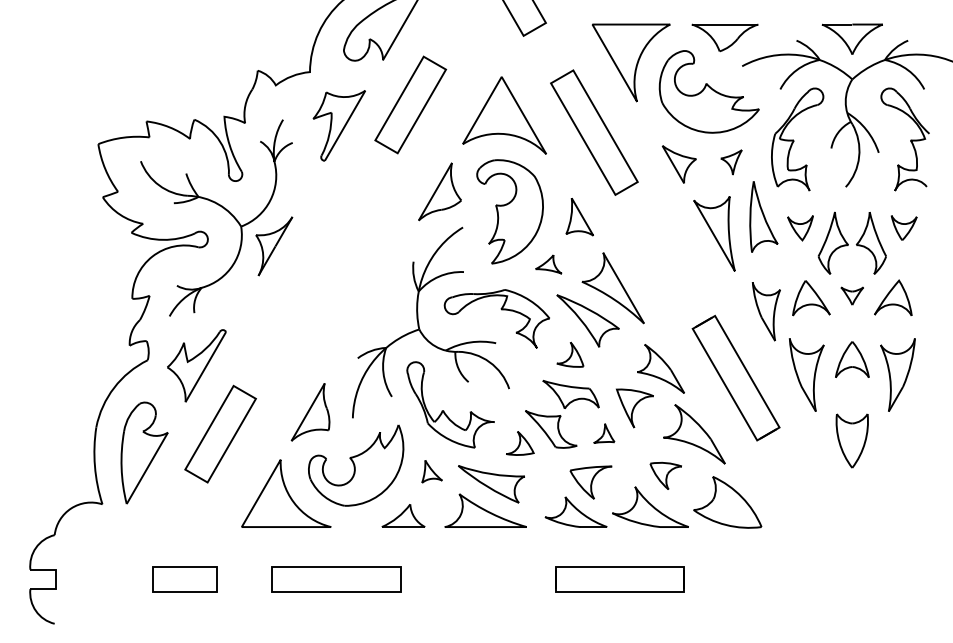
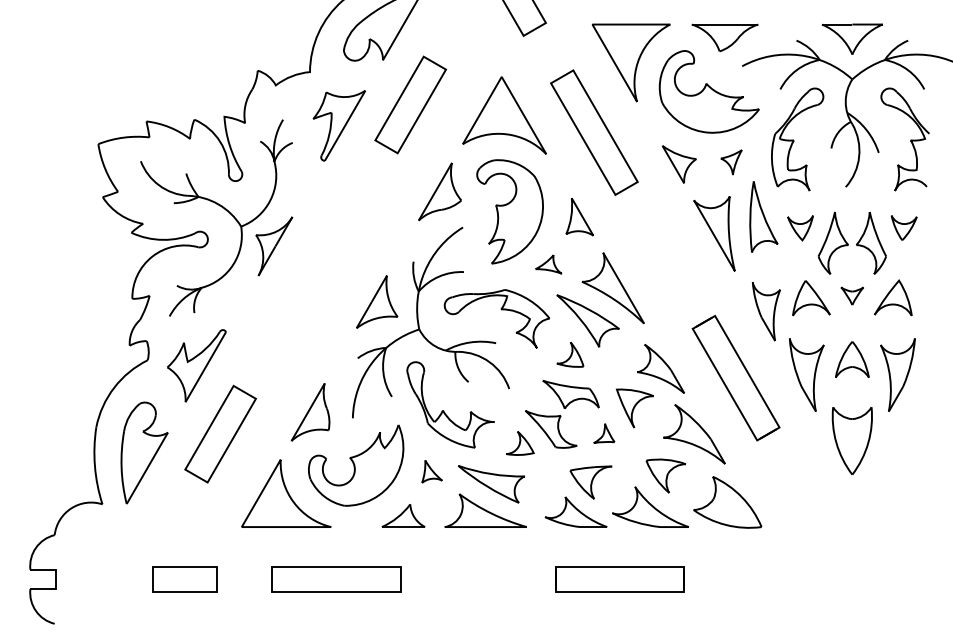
part at (377, 301): none -> present
part at (851, 440) size: 34x56 px -> 42x68 px
part at (665, 475) size: 33x29 px -> 42x36 px
